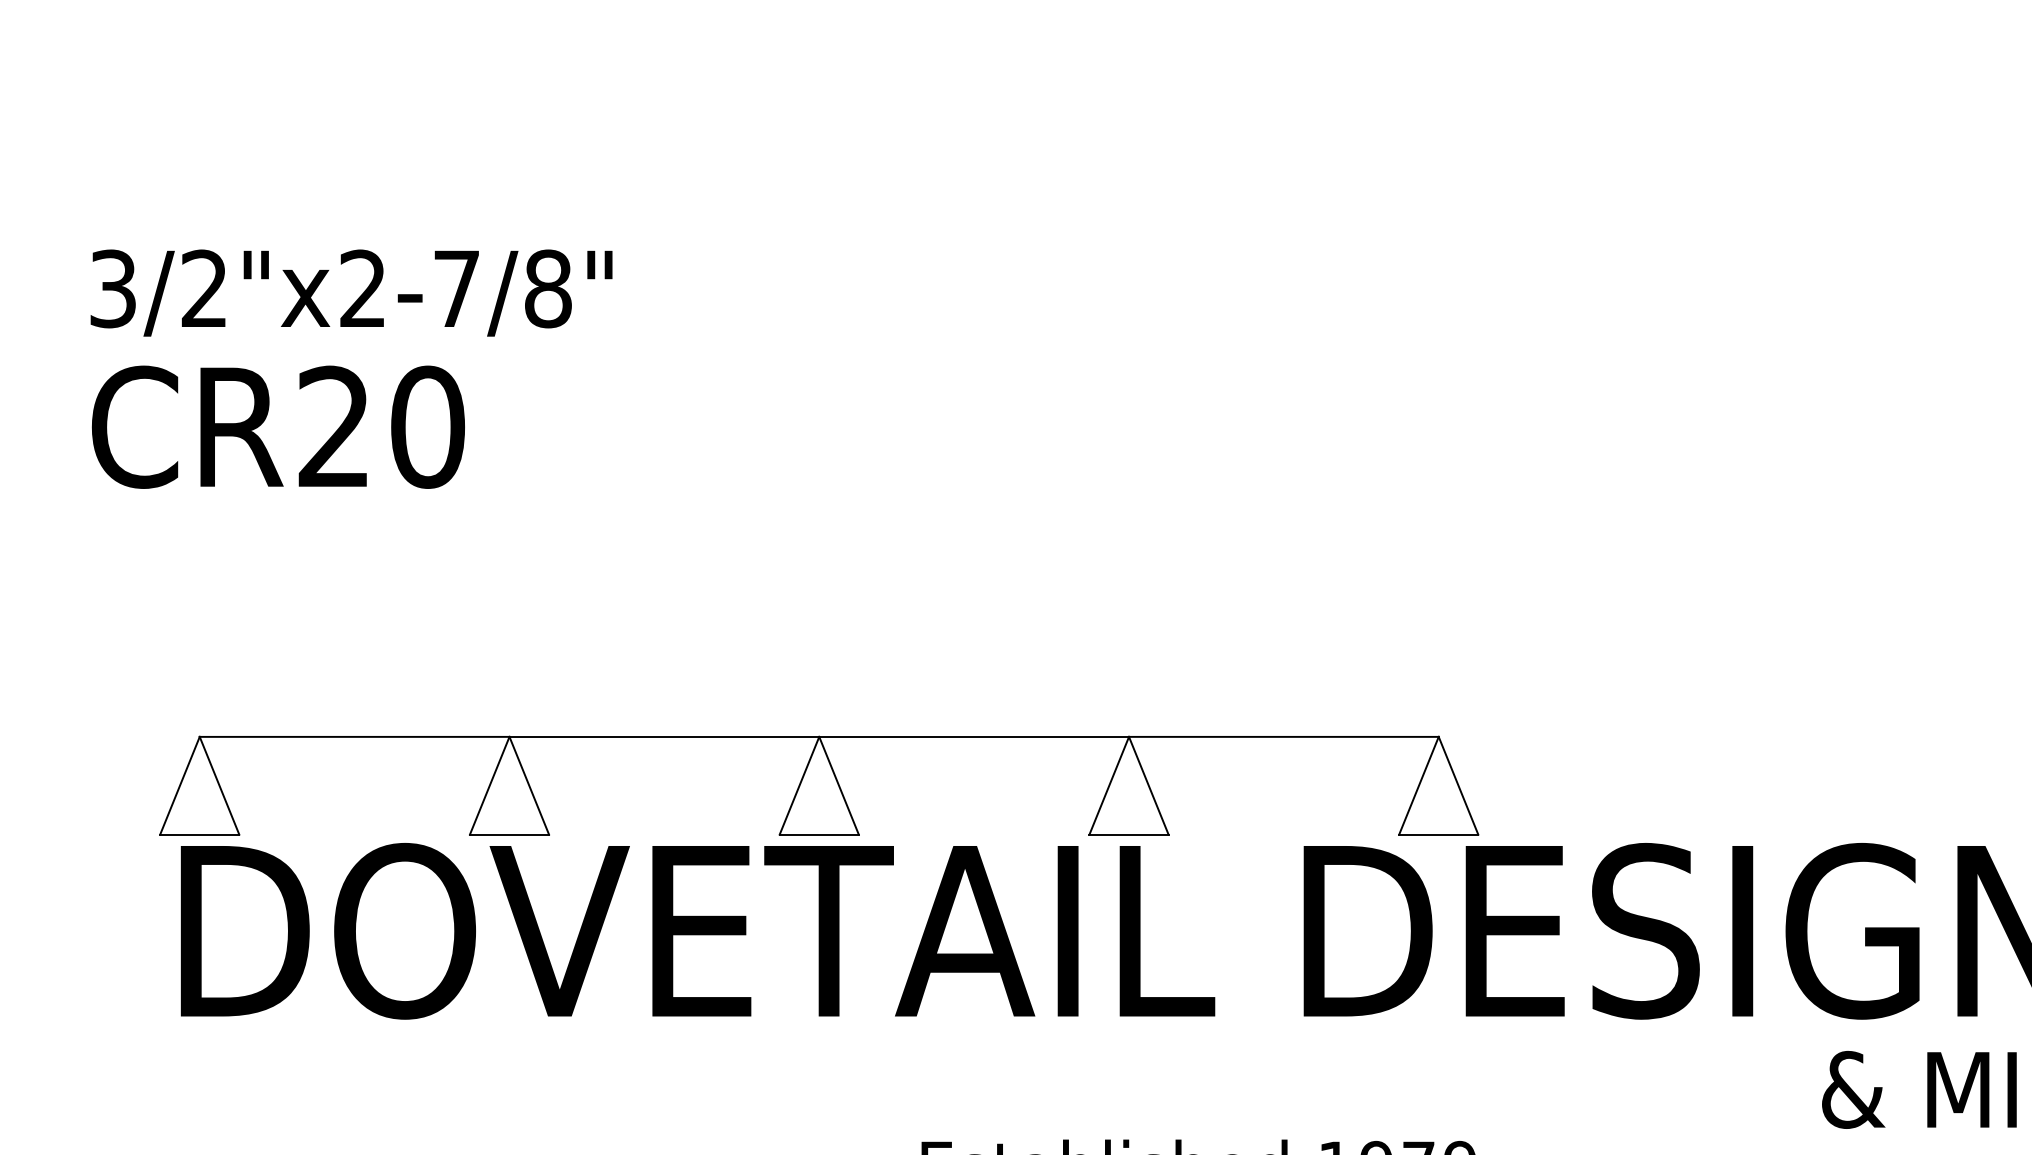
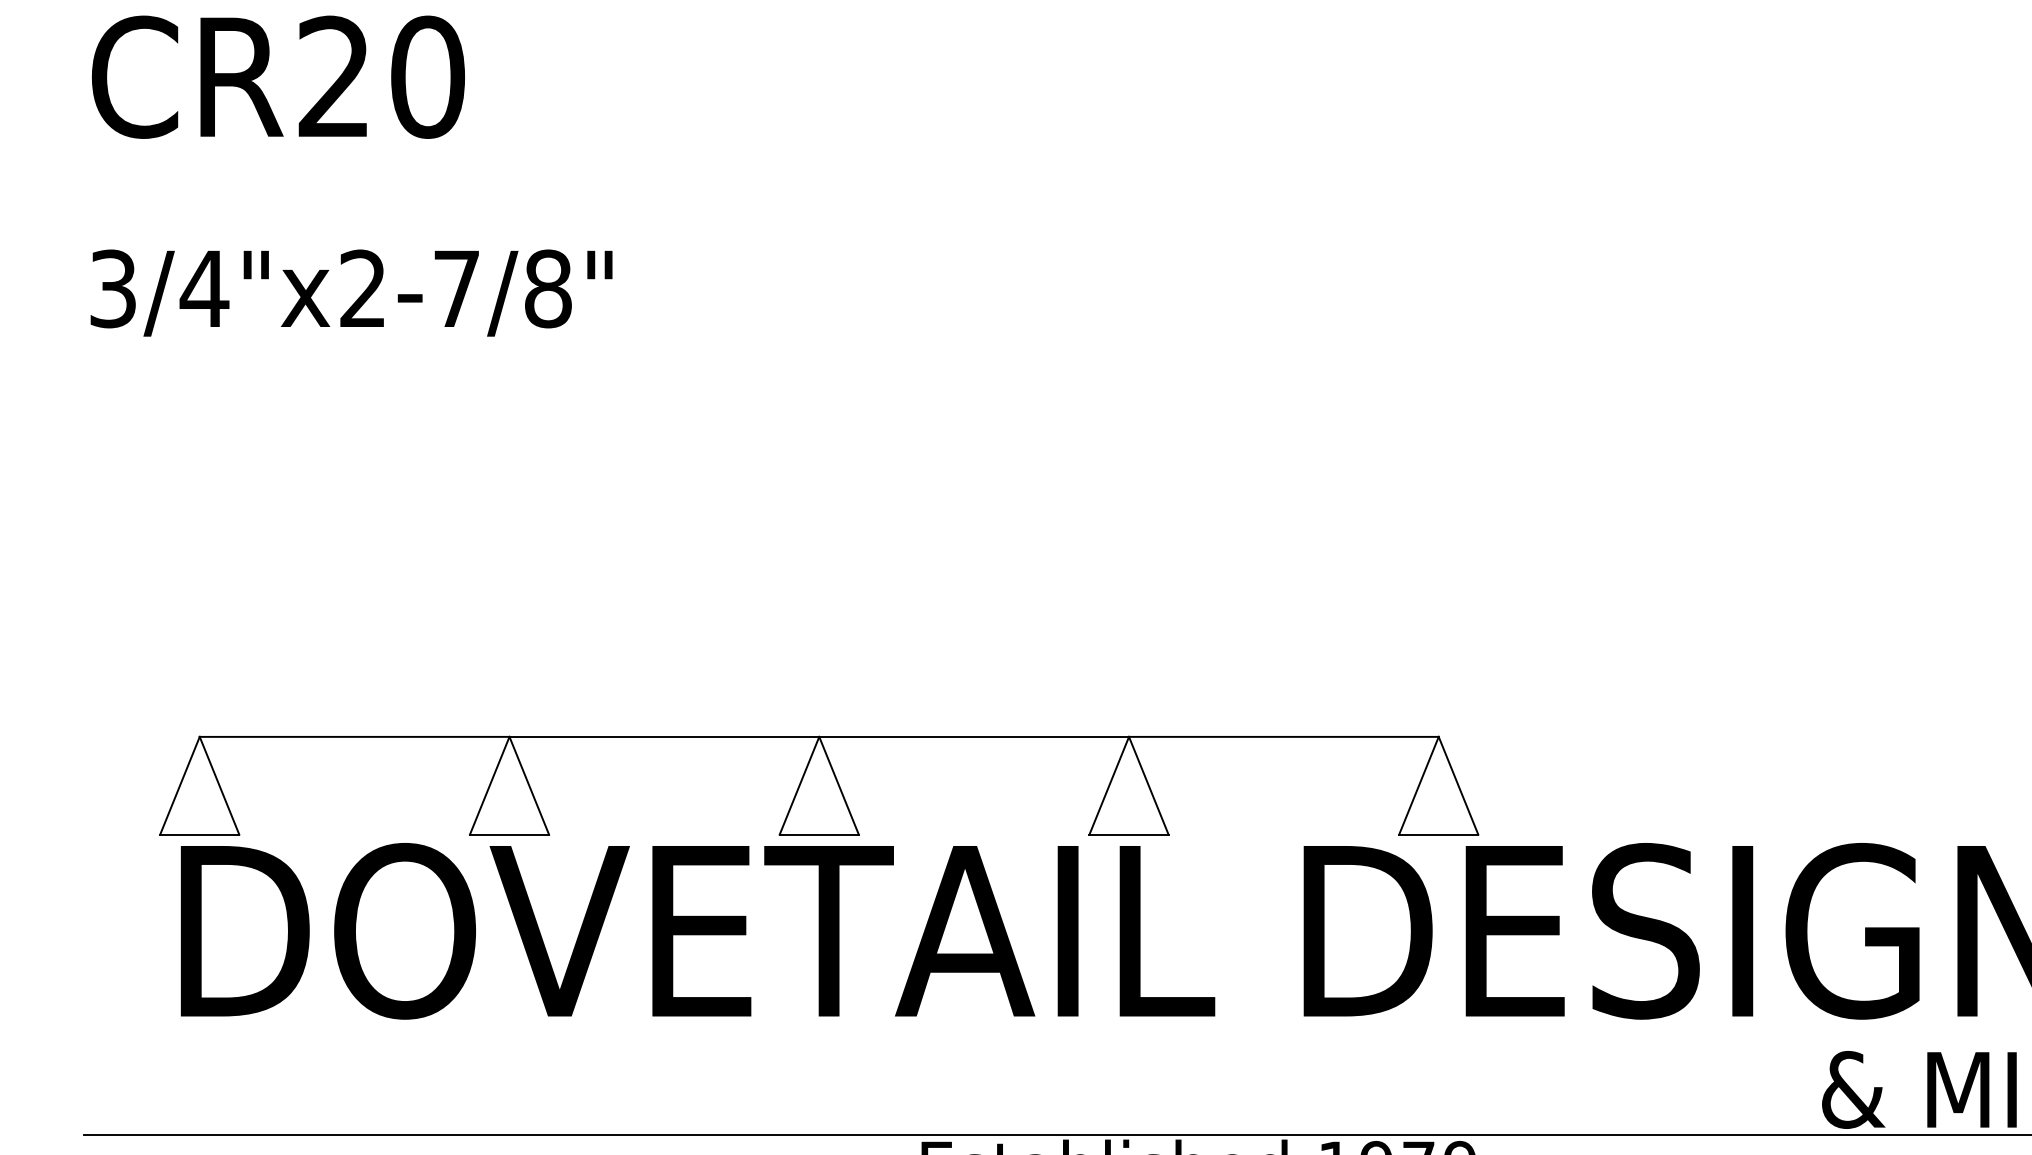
text at (204, 287): 3/2"x2-7/8" -> 3/4"x2-7/8"
text at (277, 426) position: (277, 426) -> (277, 76)
line at (1055, 1135): none -> present
